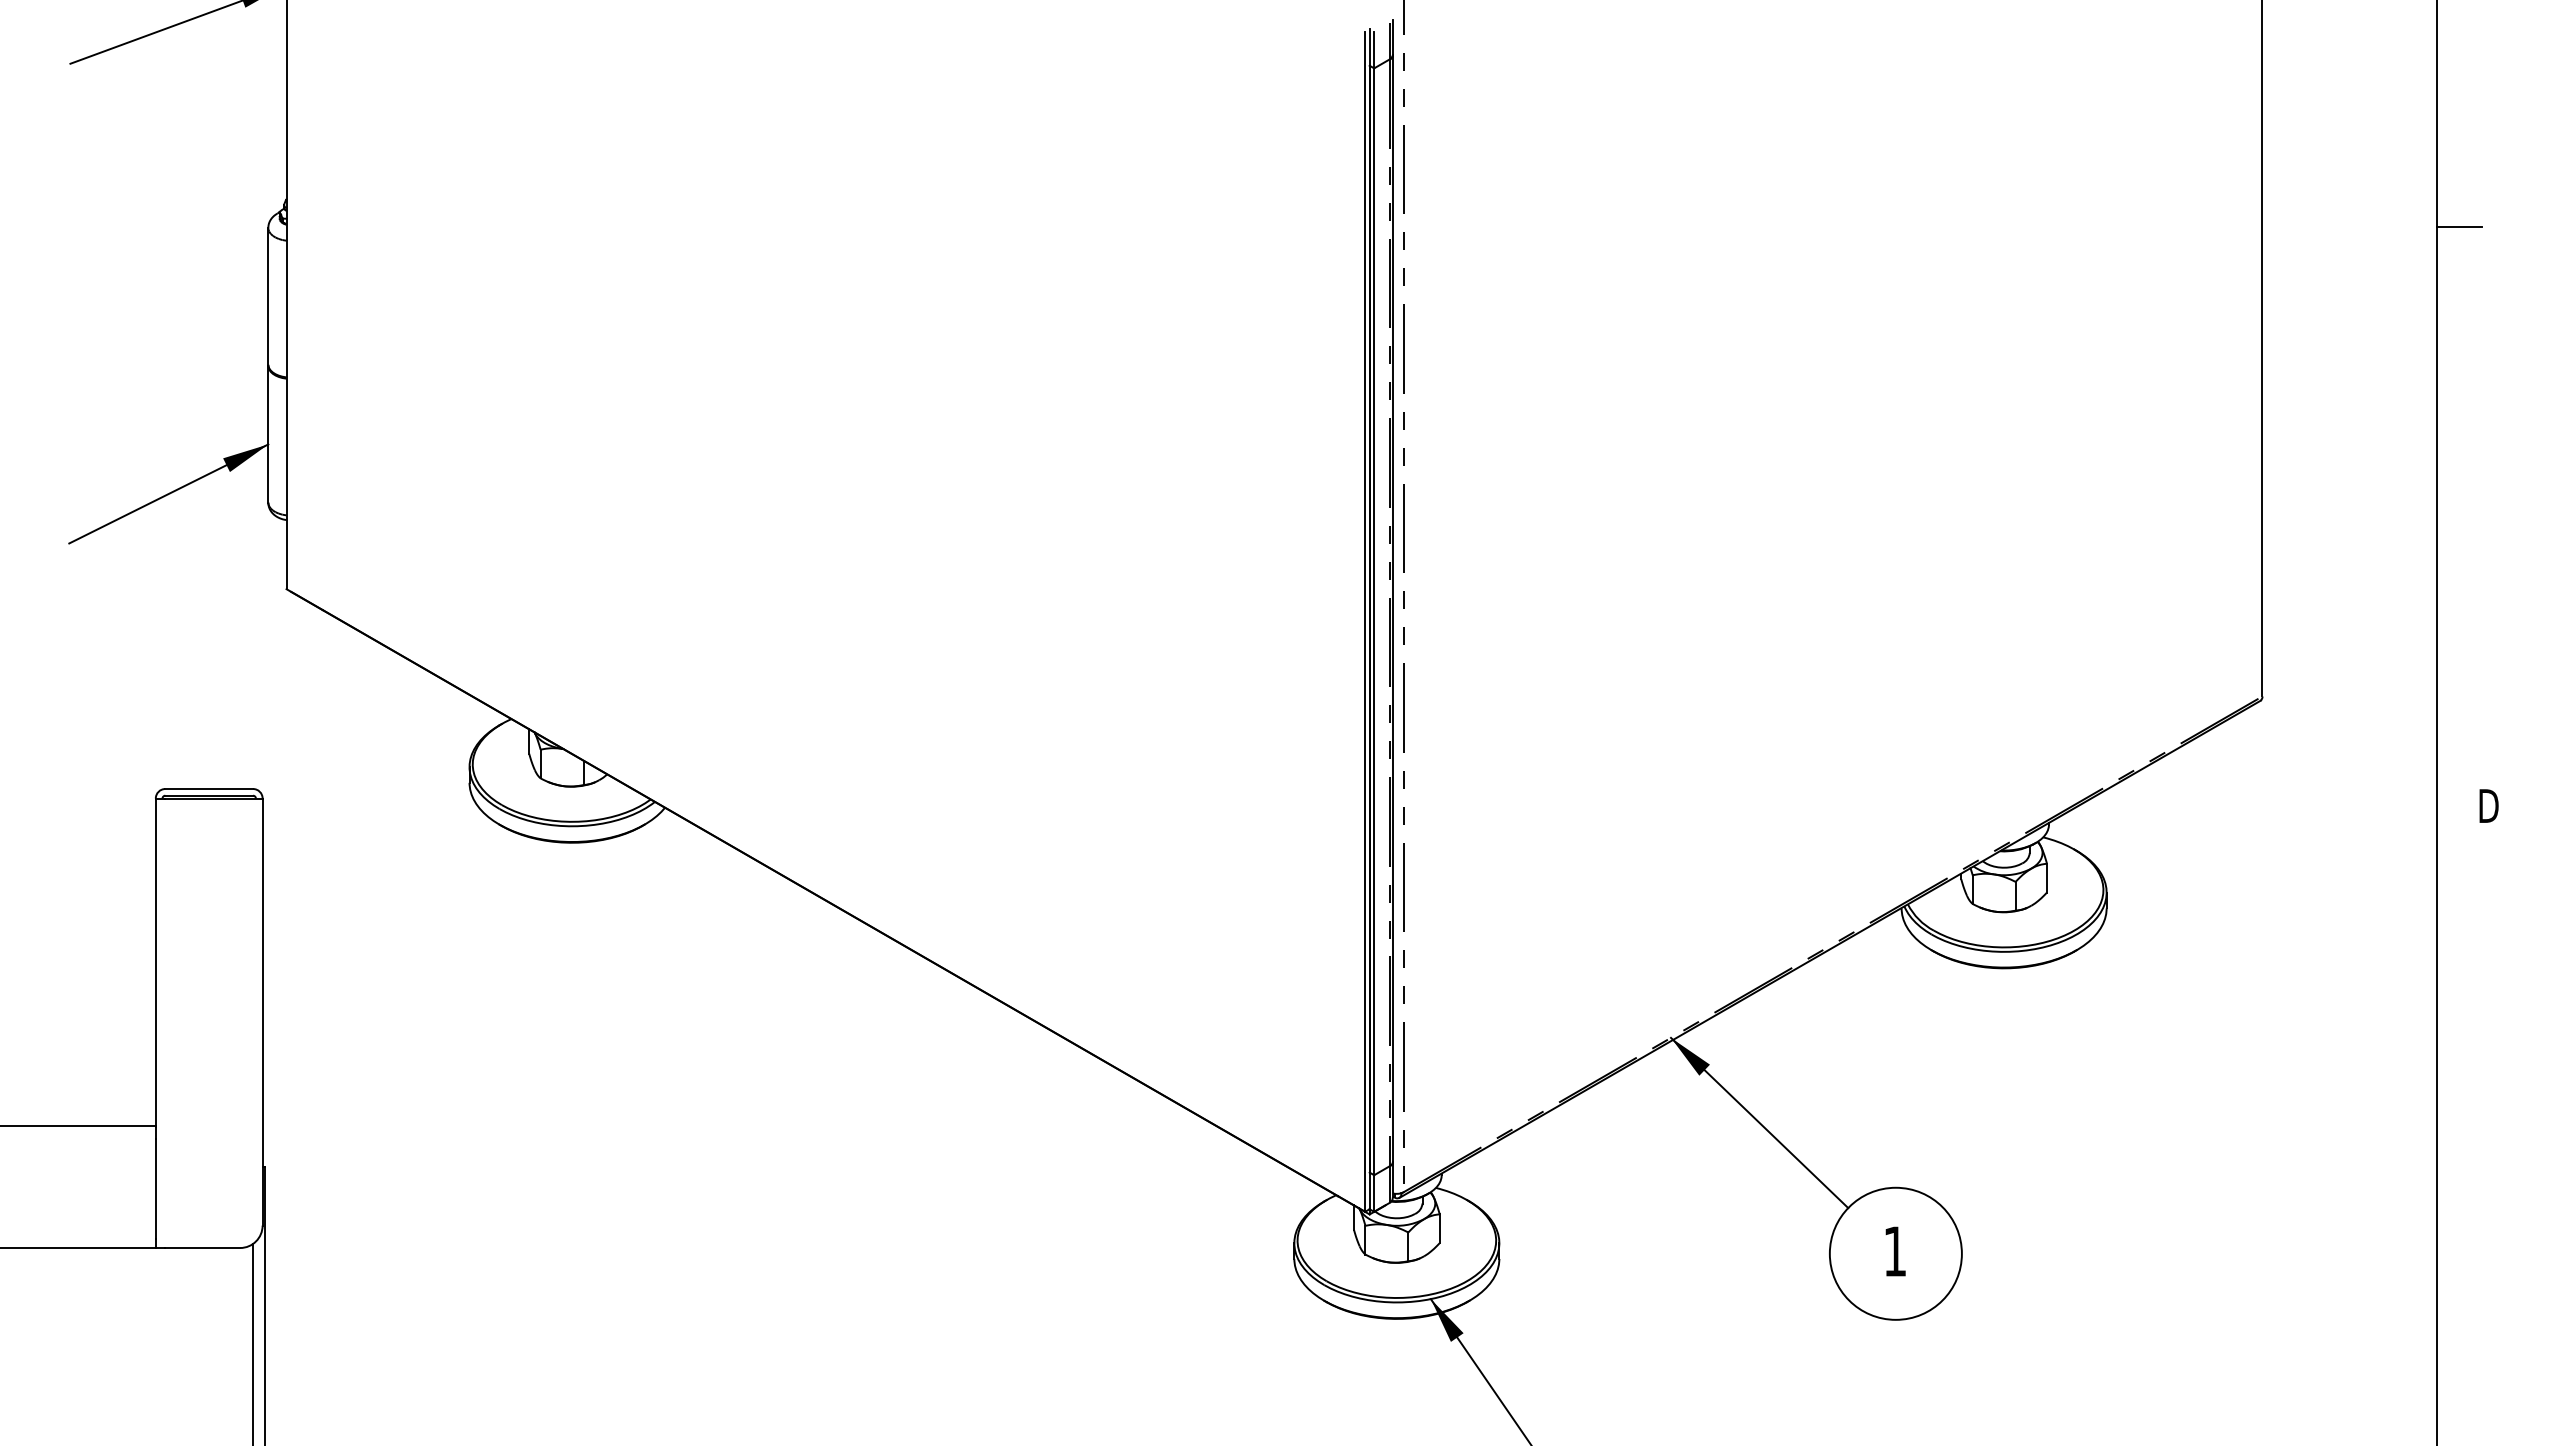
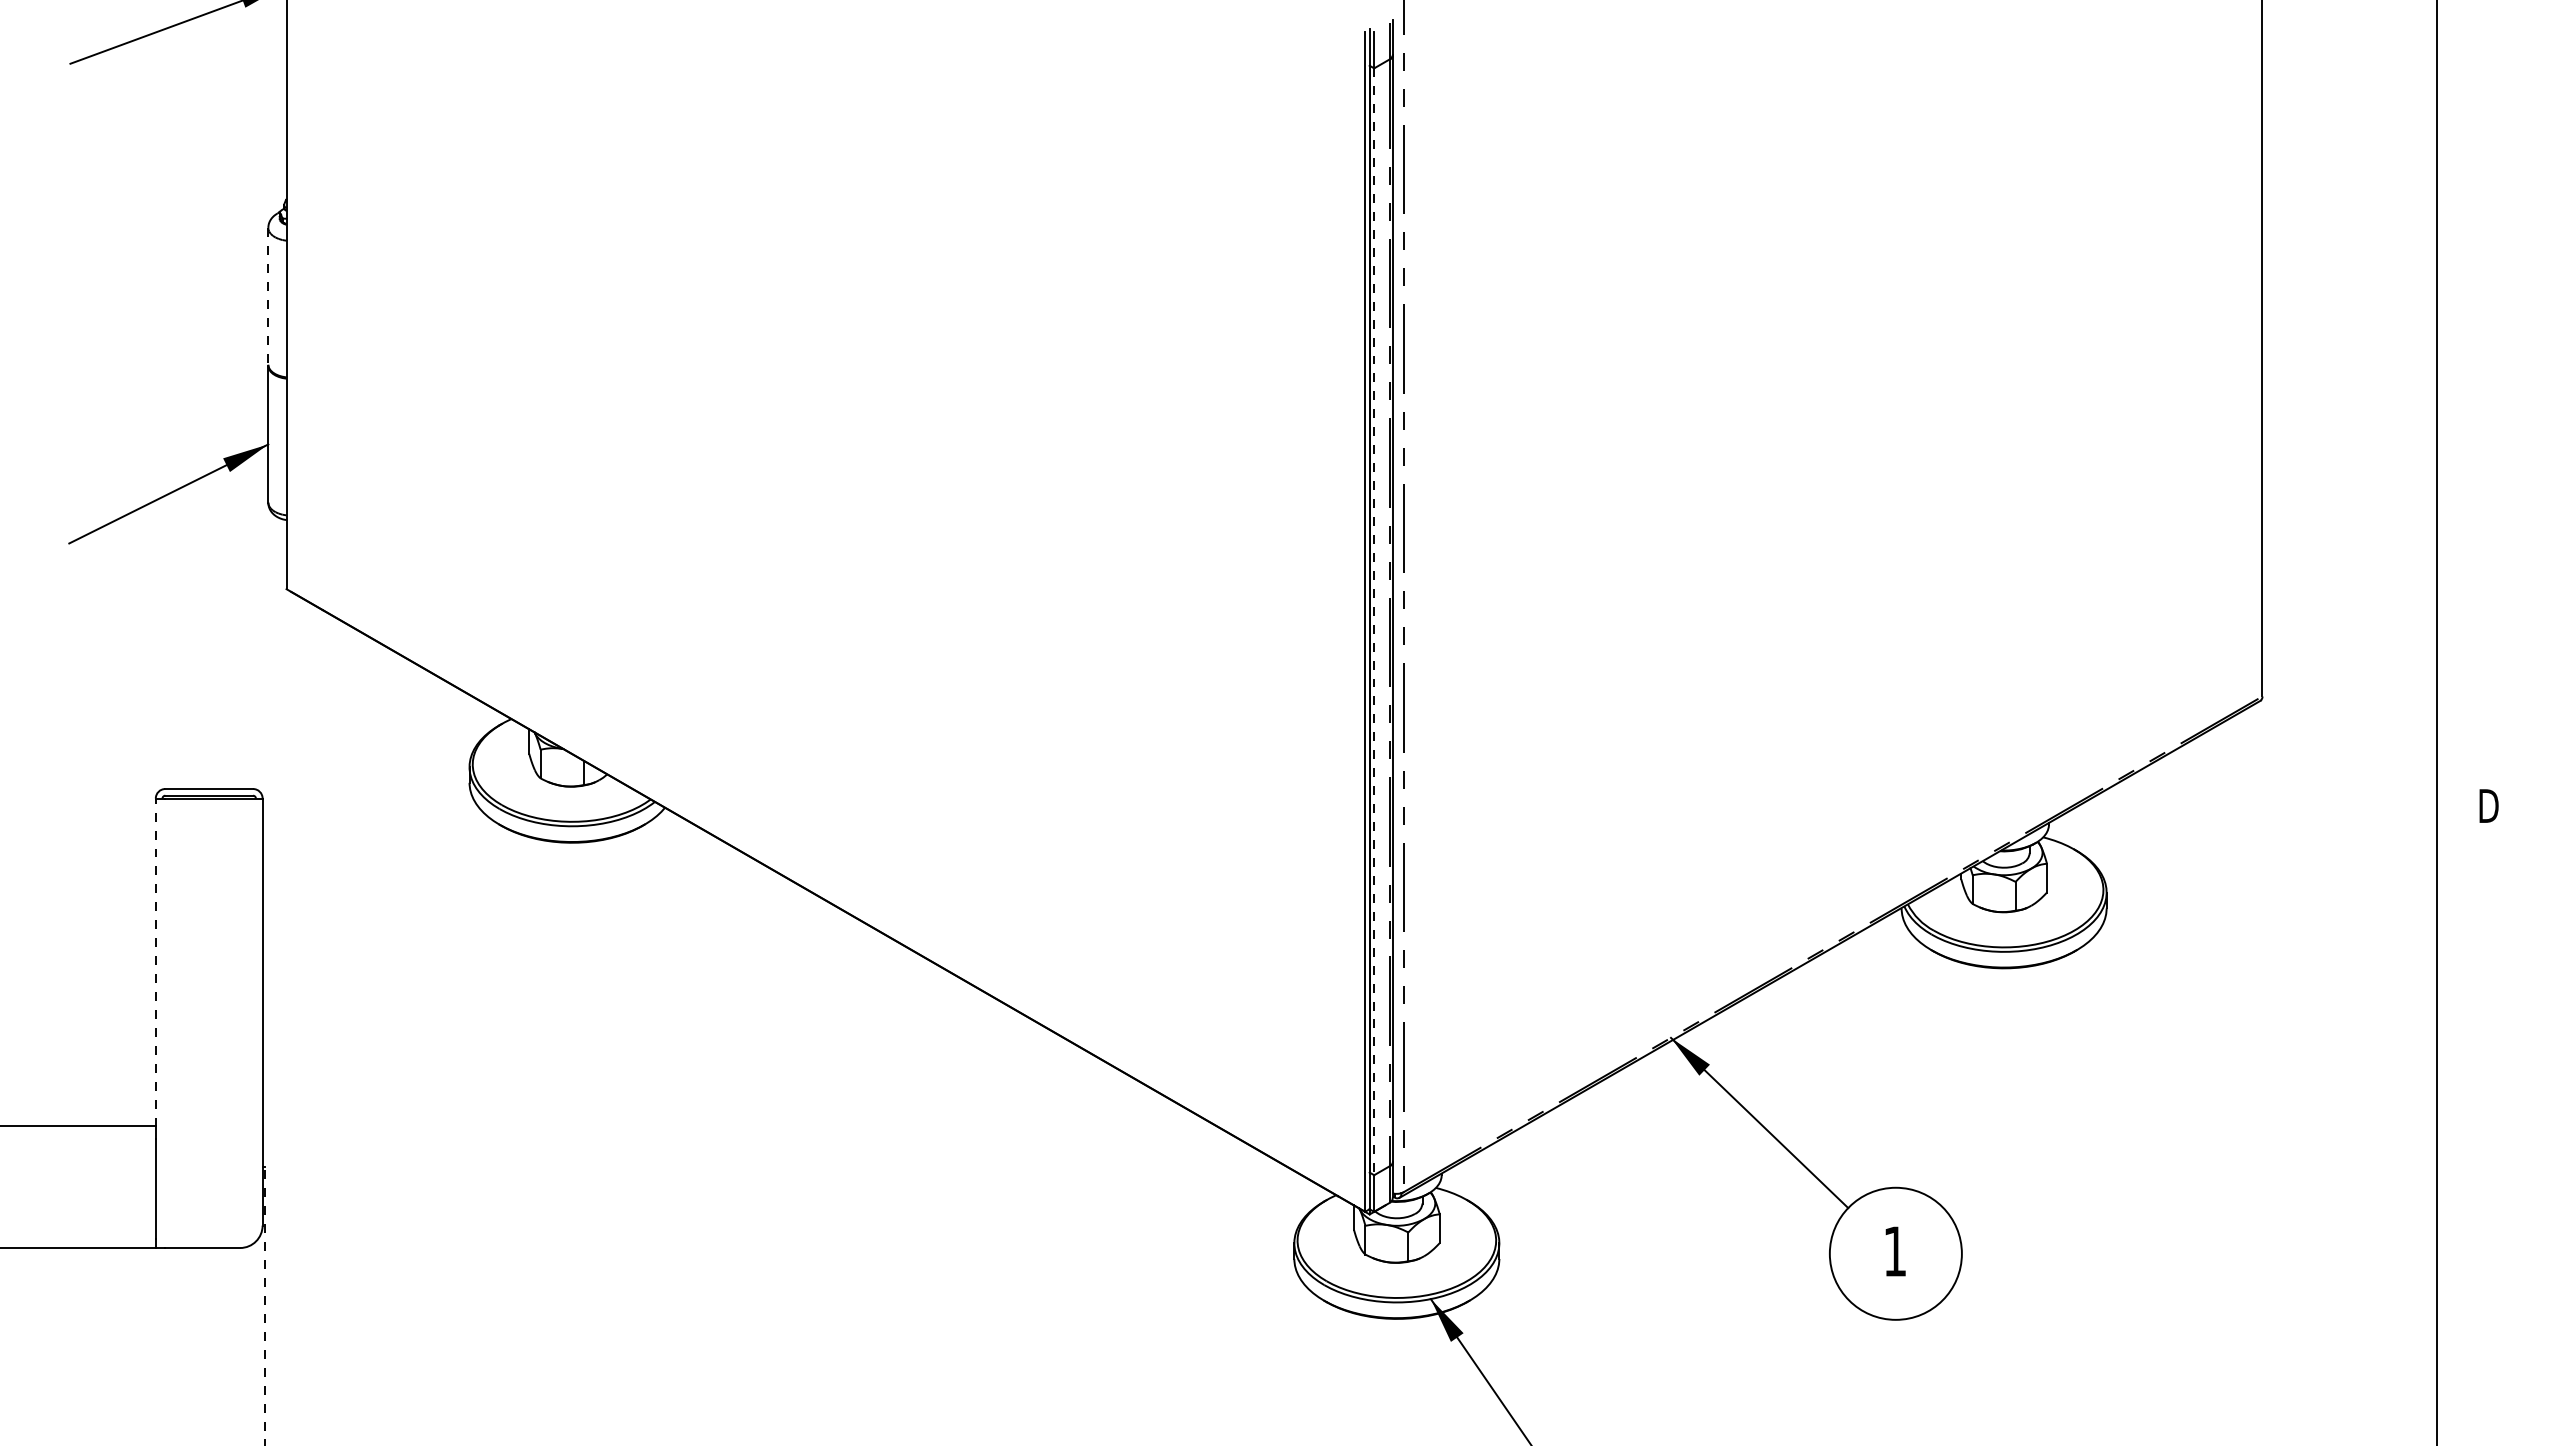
line at (2459, 227): present -> none
line at (268, 296): solid -> dashed
line at (1374, 622): solid -> dashed
line at (155, 962): solid -> dashed
line at (264, 1305): solid -> dashed
line at (253, 1342): present -> none
